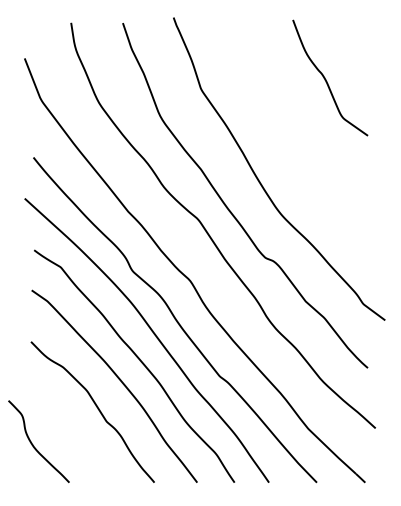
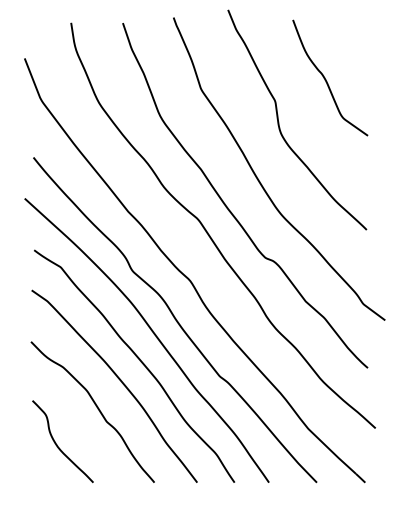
curve at (279, 122): none -> present
curve at (33, 444) position: (33, 444) -> (57, 444)
